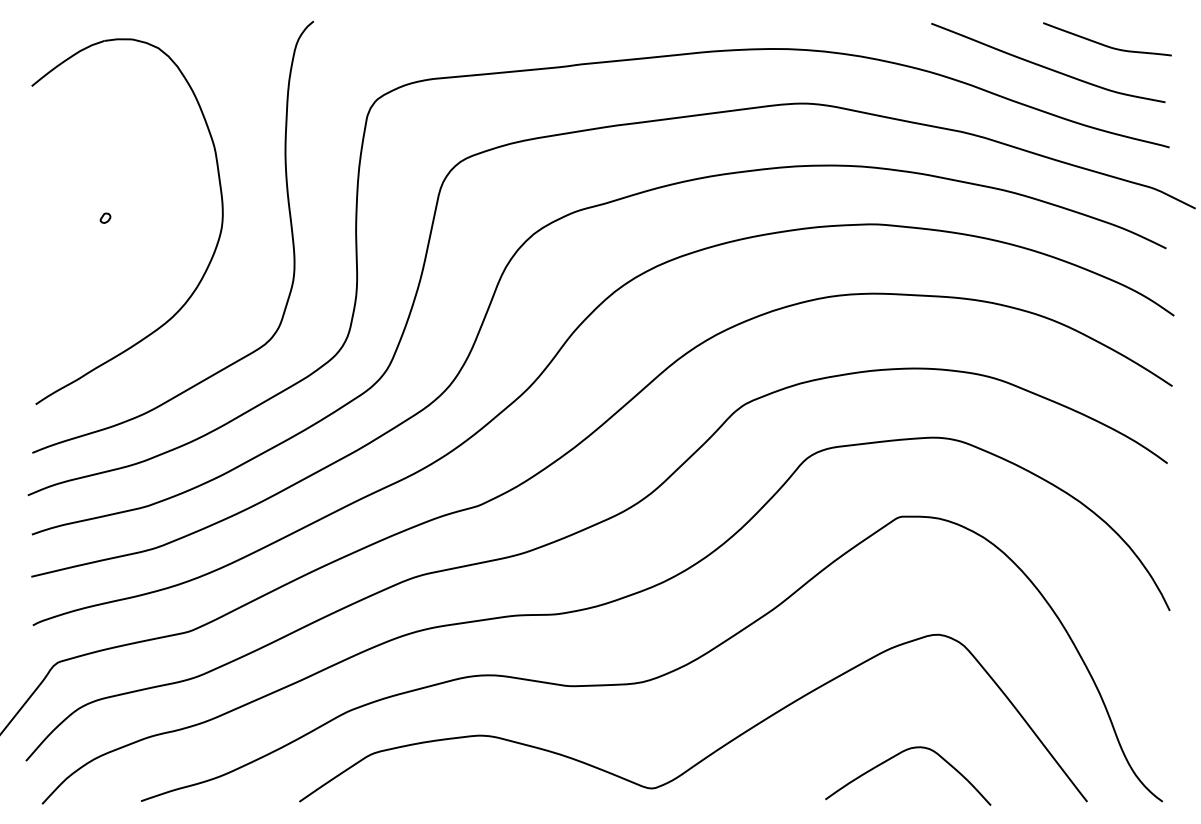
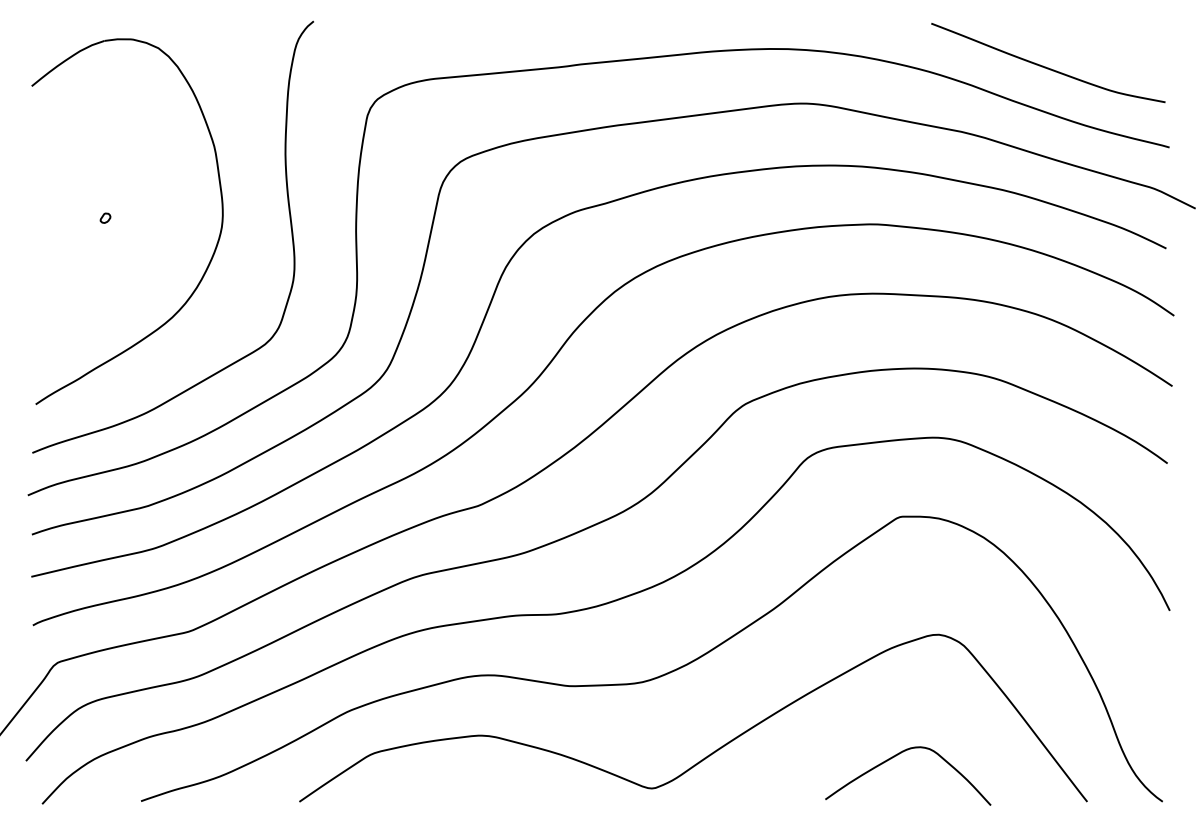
curve at (1105, 44): present -> none
